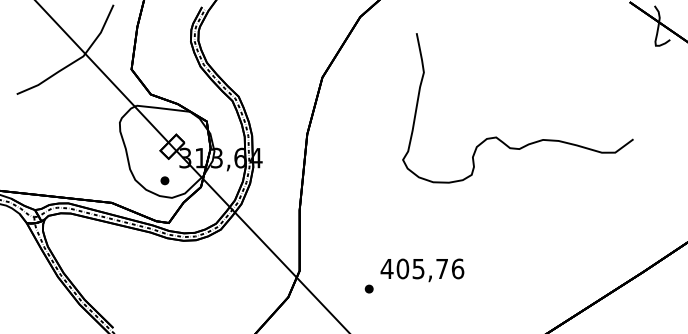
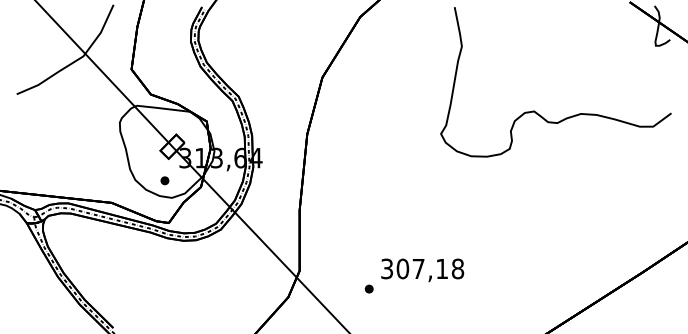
curve at (499, 138) position: (499, 138) -> (537, 112)
text at (422, 268): 405,76 -> 307,18
